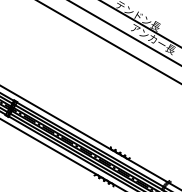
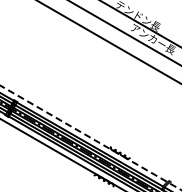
line at (90, 137): solid -> dashed
